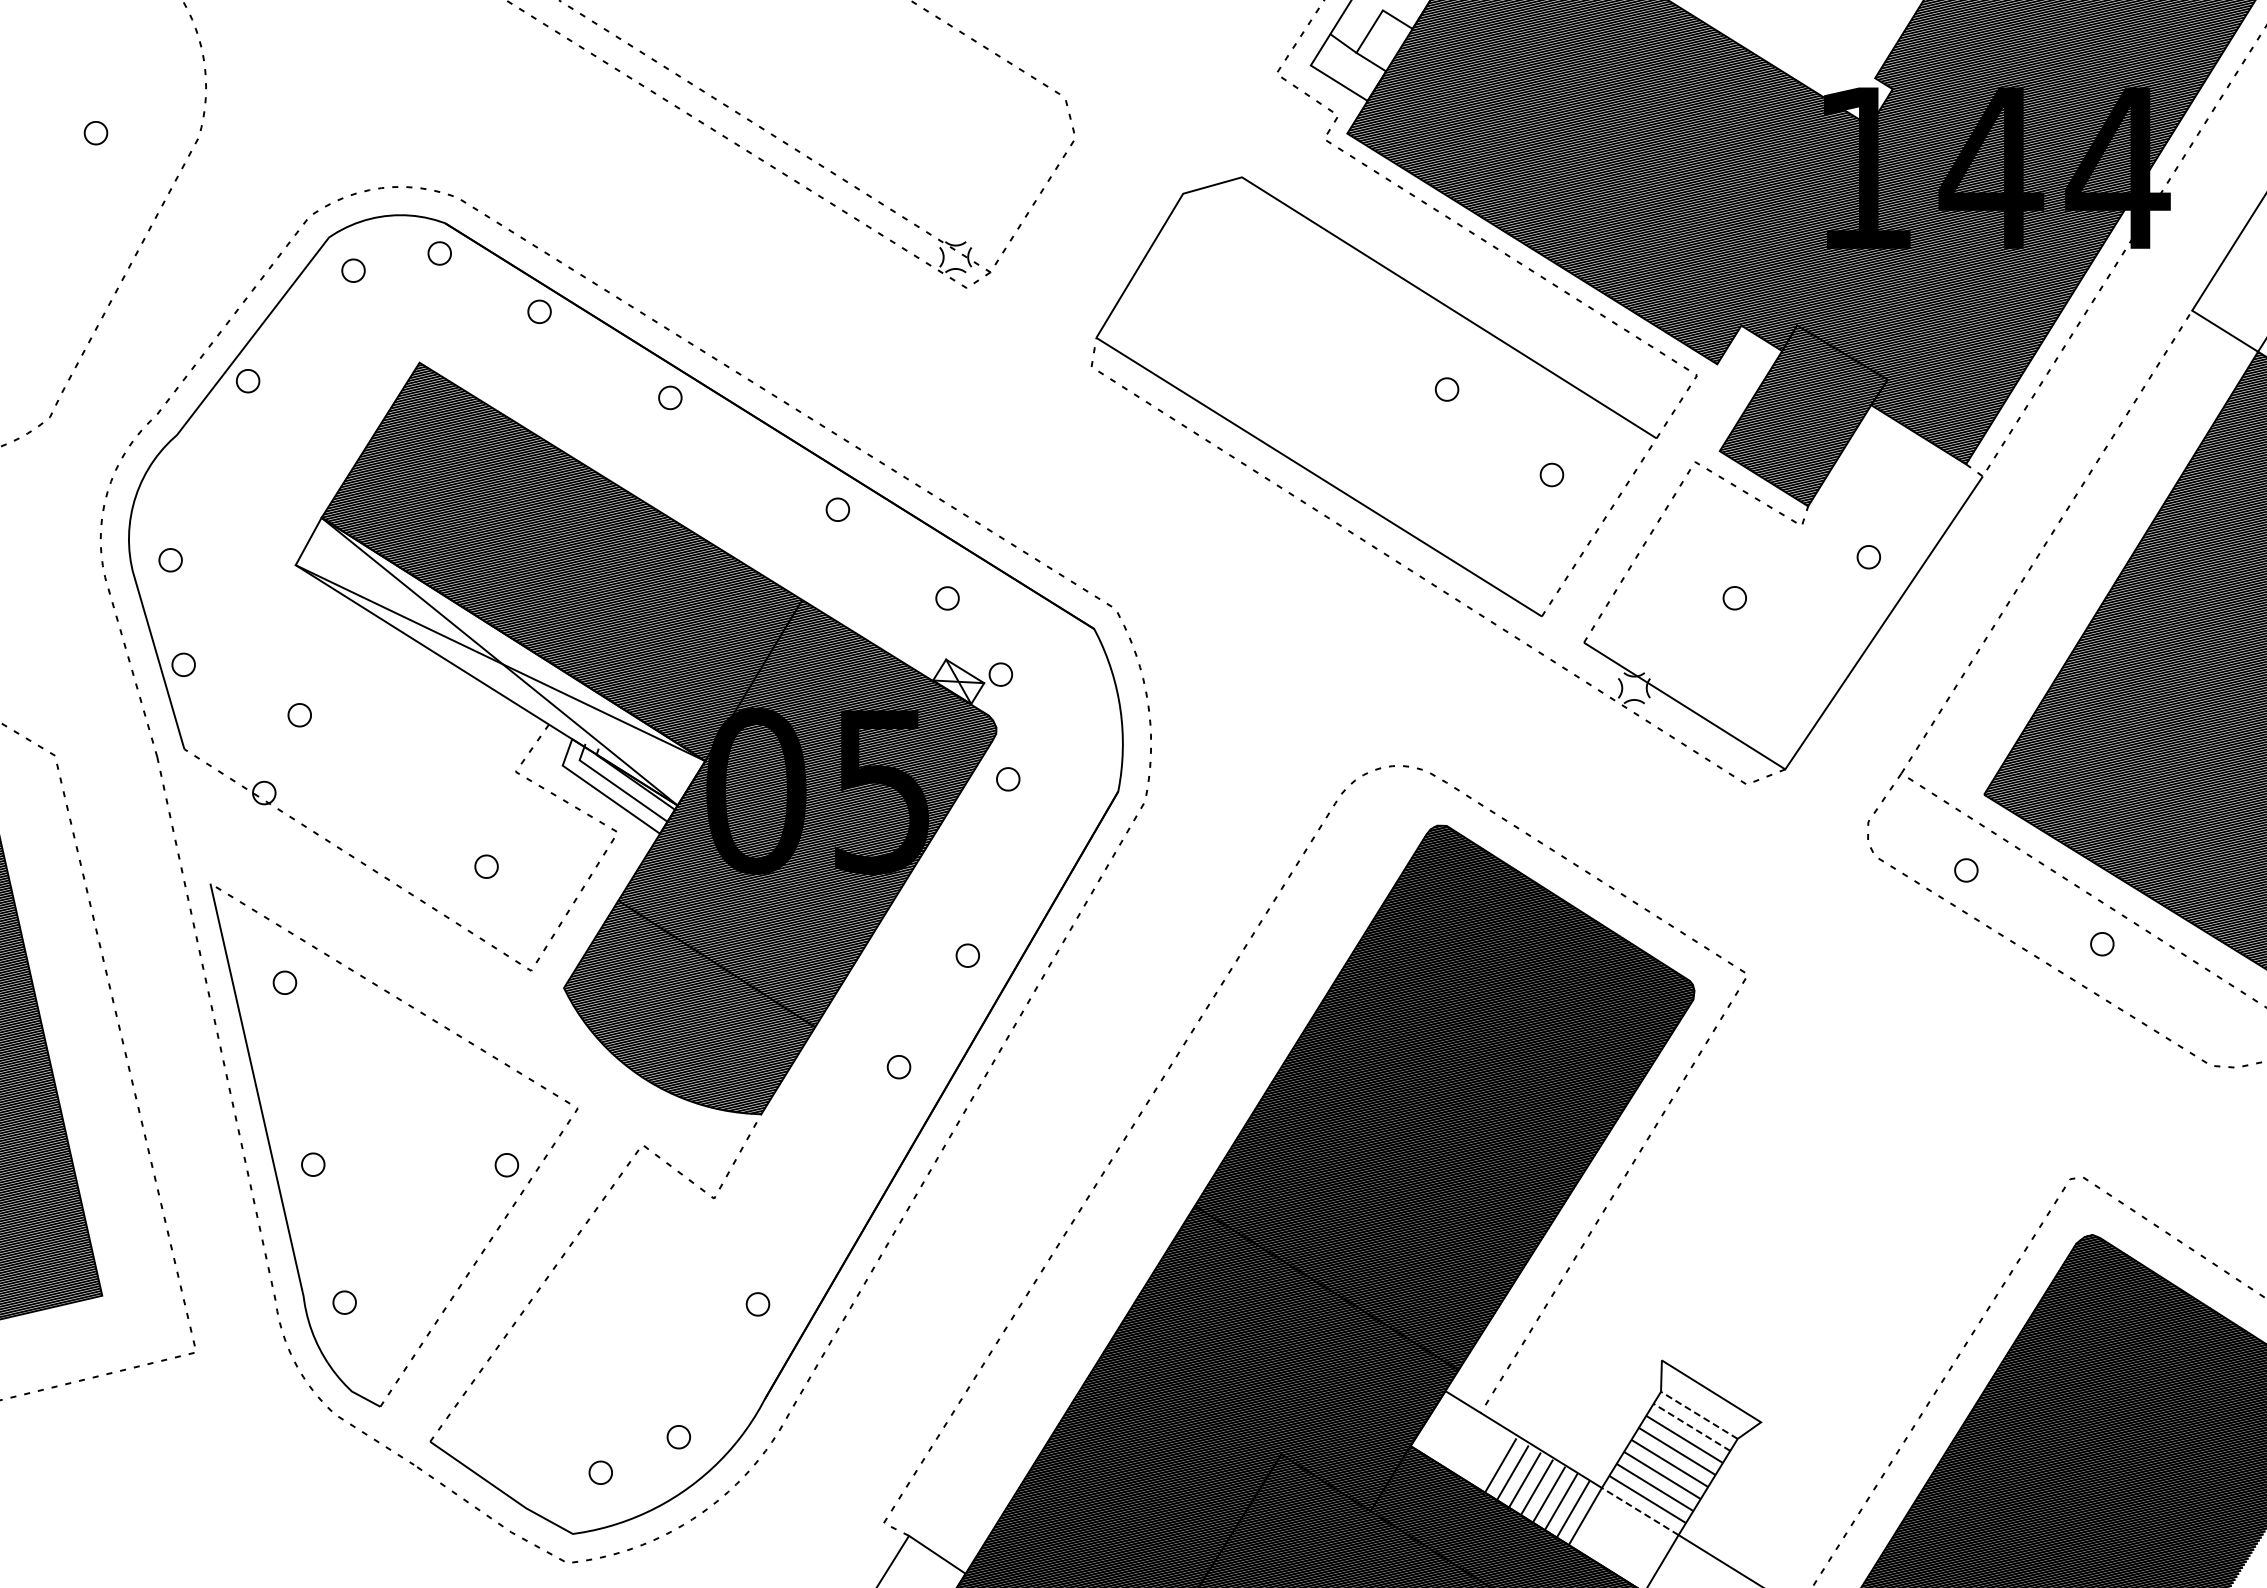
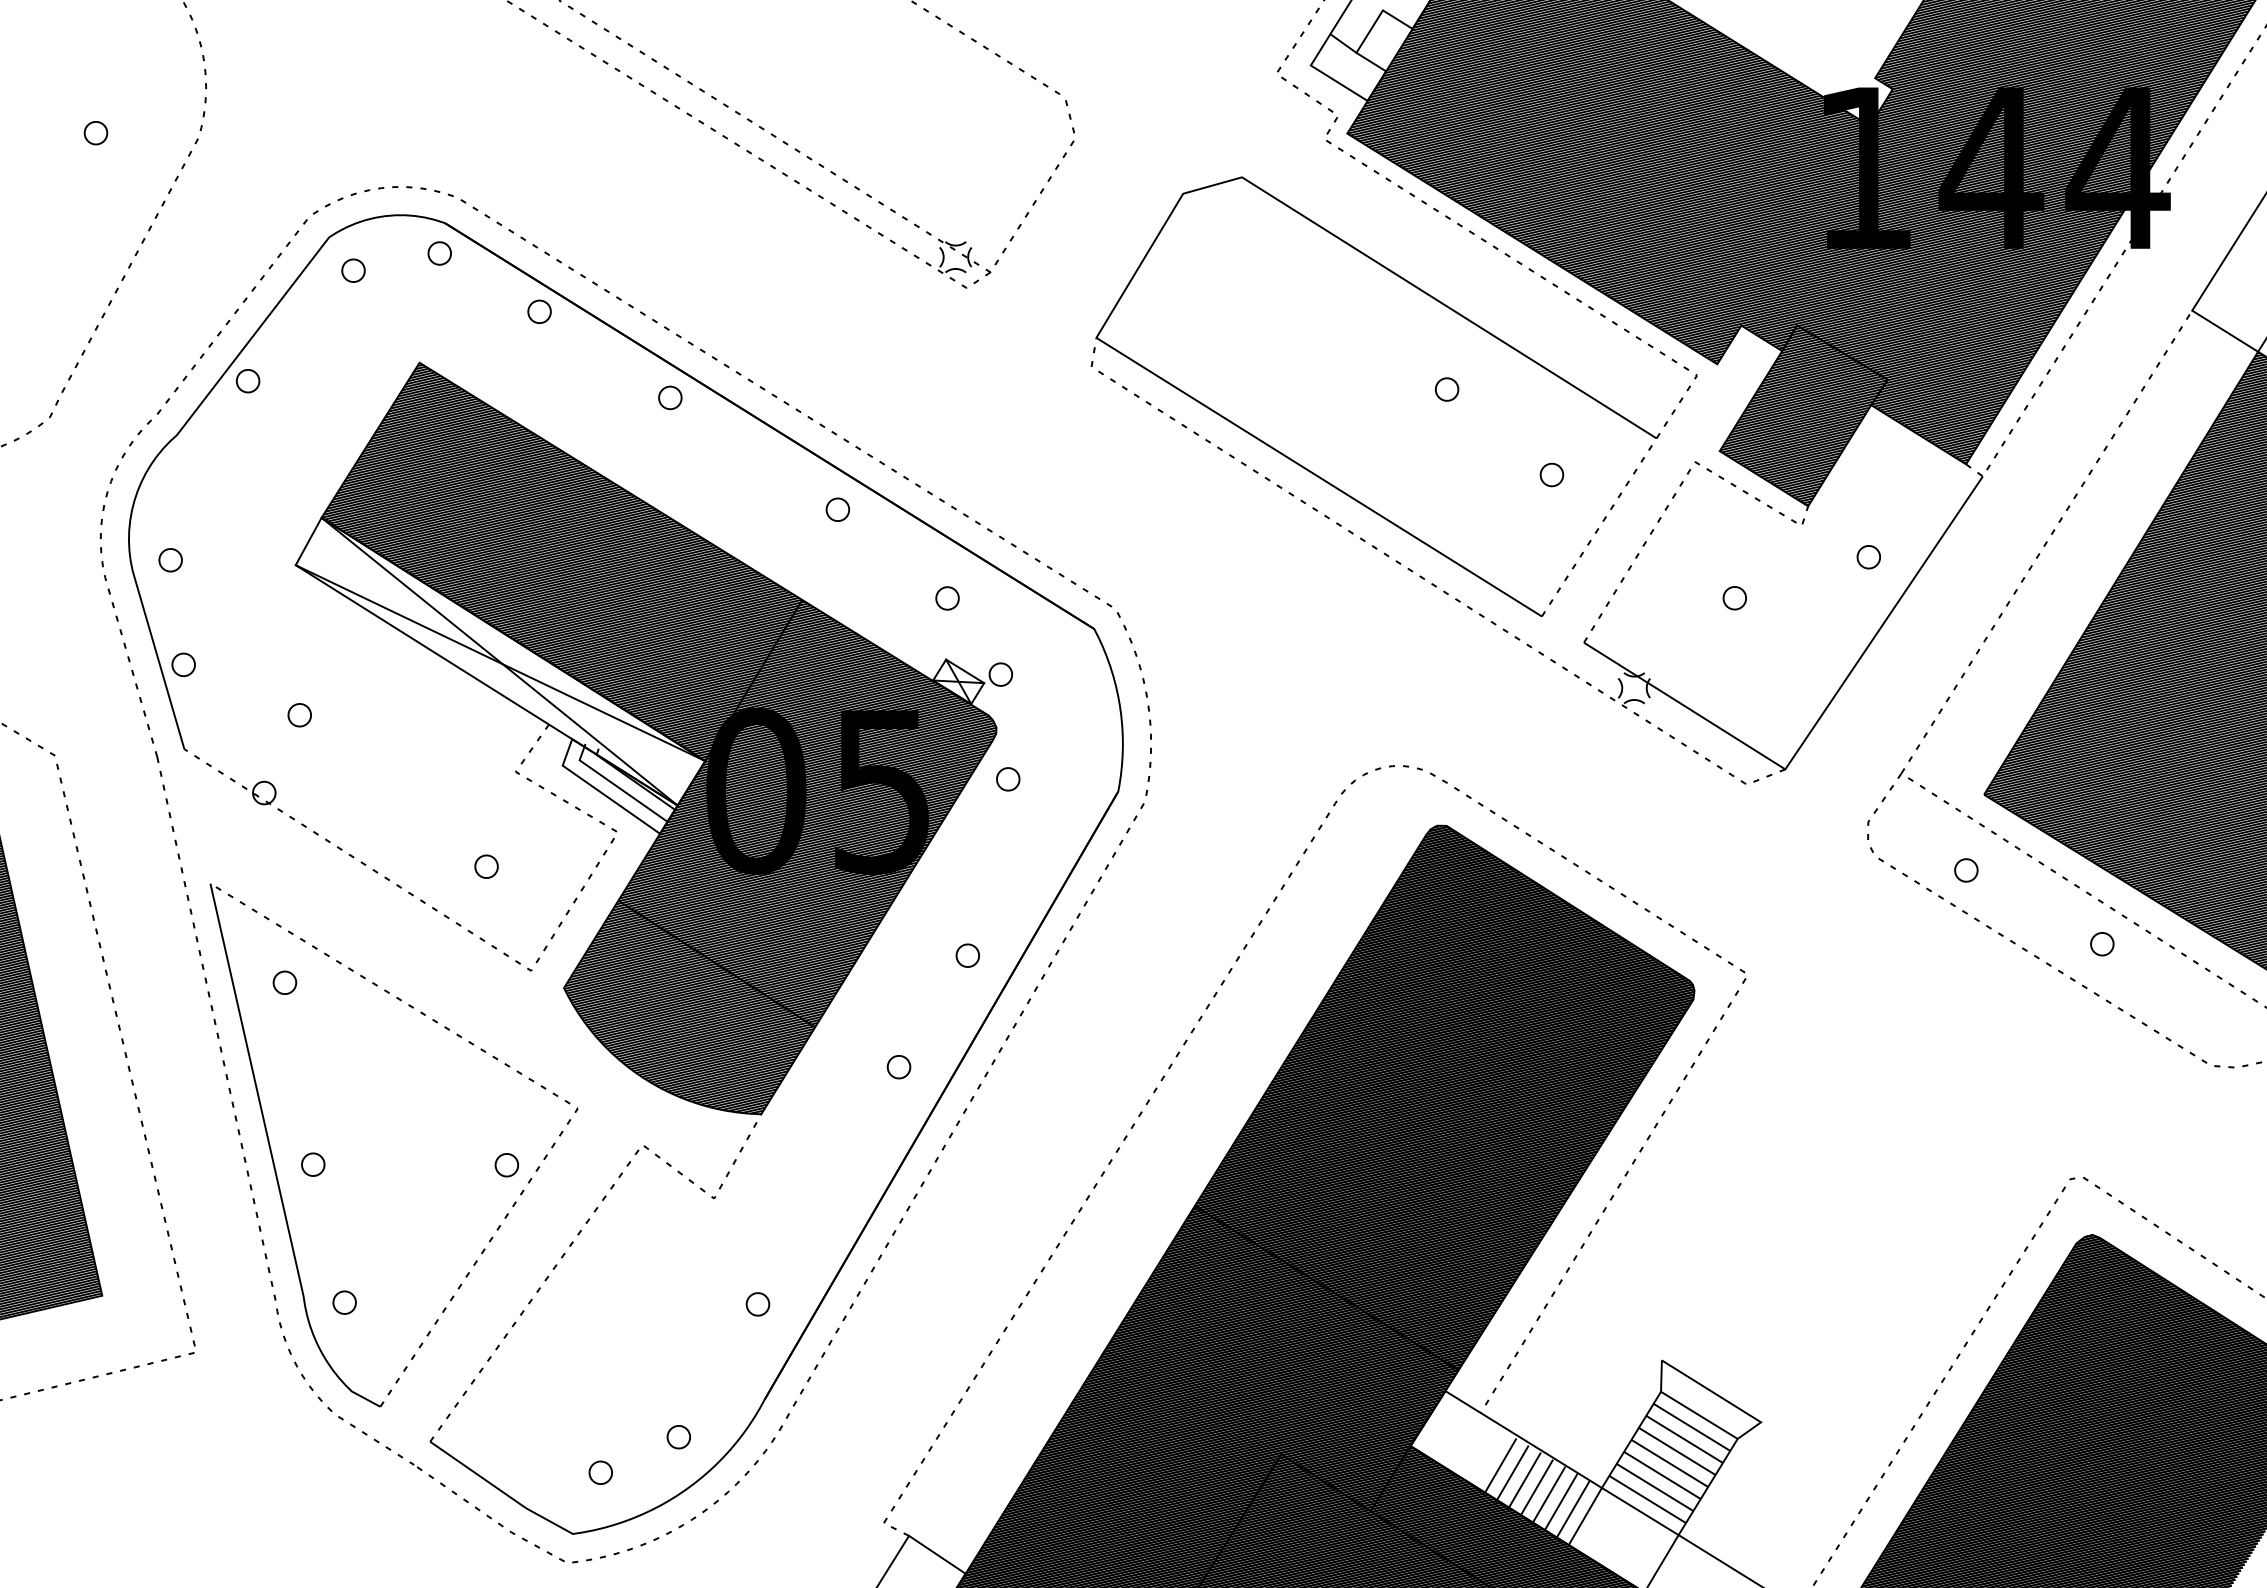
line at (1699, 1415): dashed -> solid
line at (1691, 1427): dashed -> solid
line at (1639, 1511): dashed -> solid
